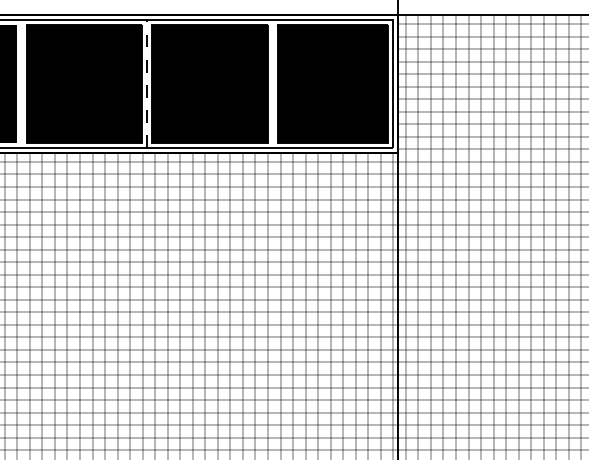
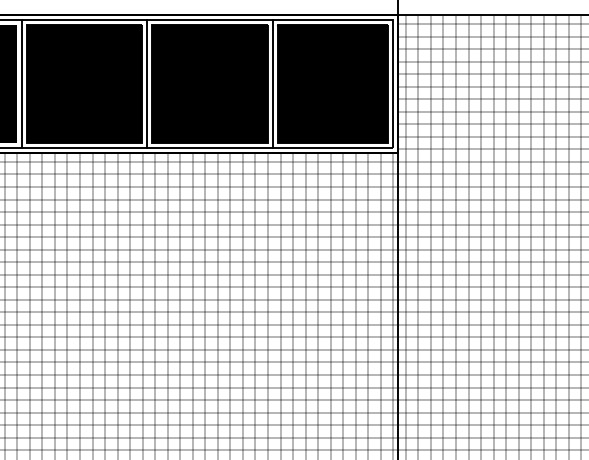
line at (21, 83): none -> present
line at (147, 83): dashed -> solid
line at (272, 83): none -> present
